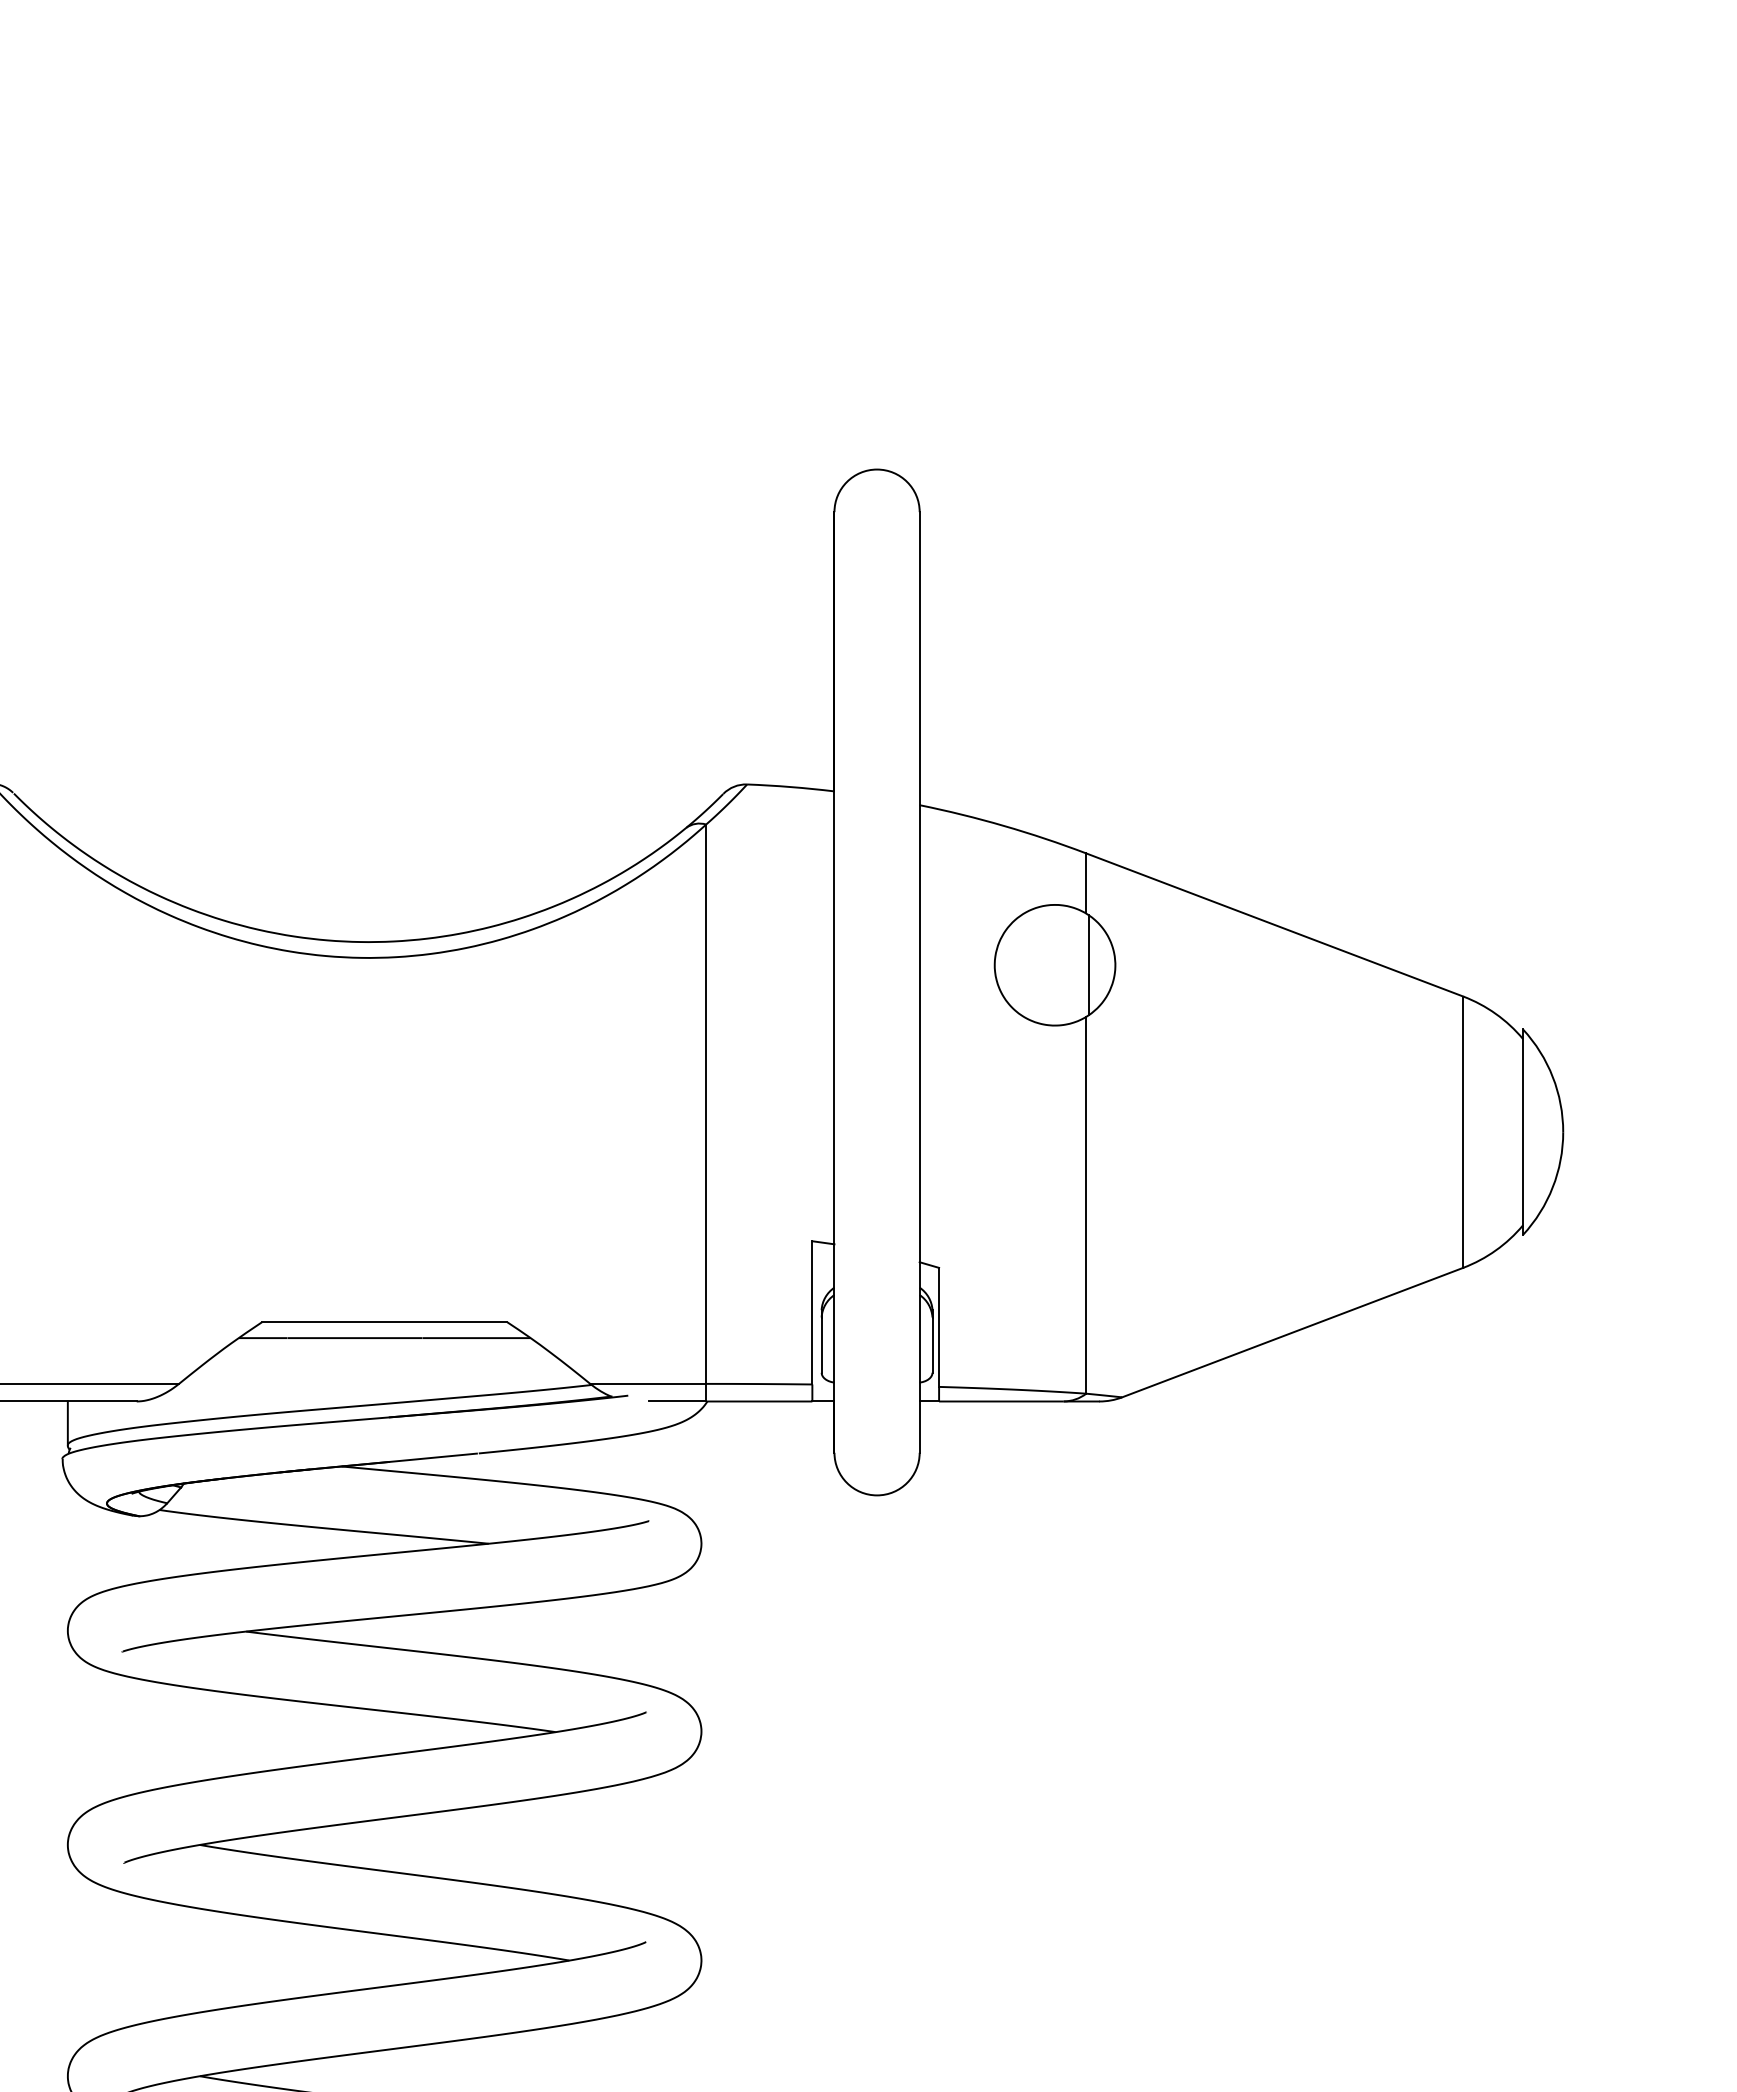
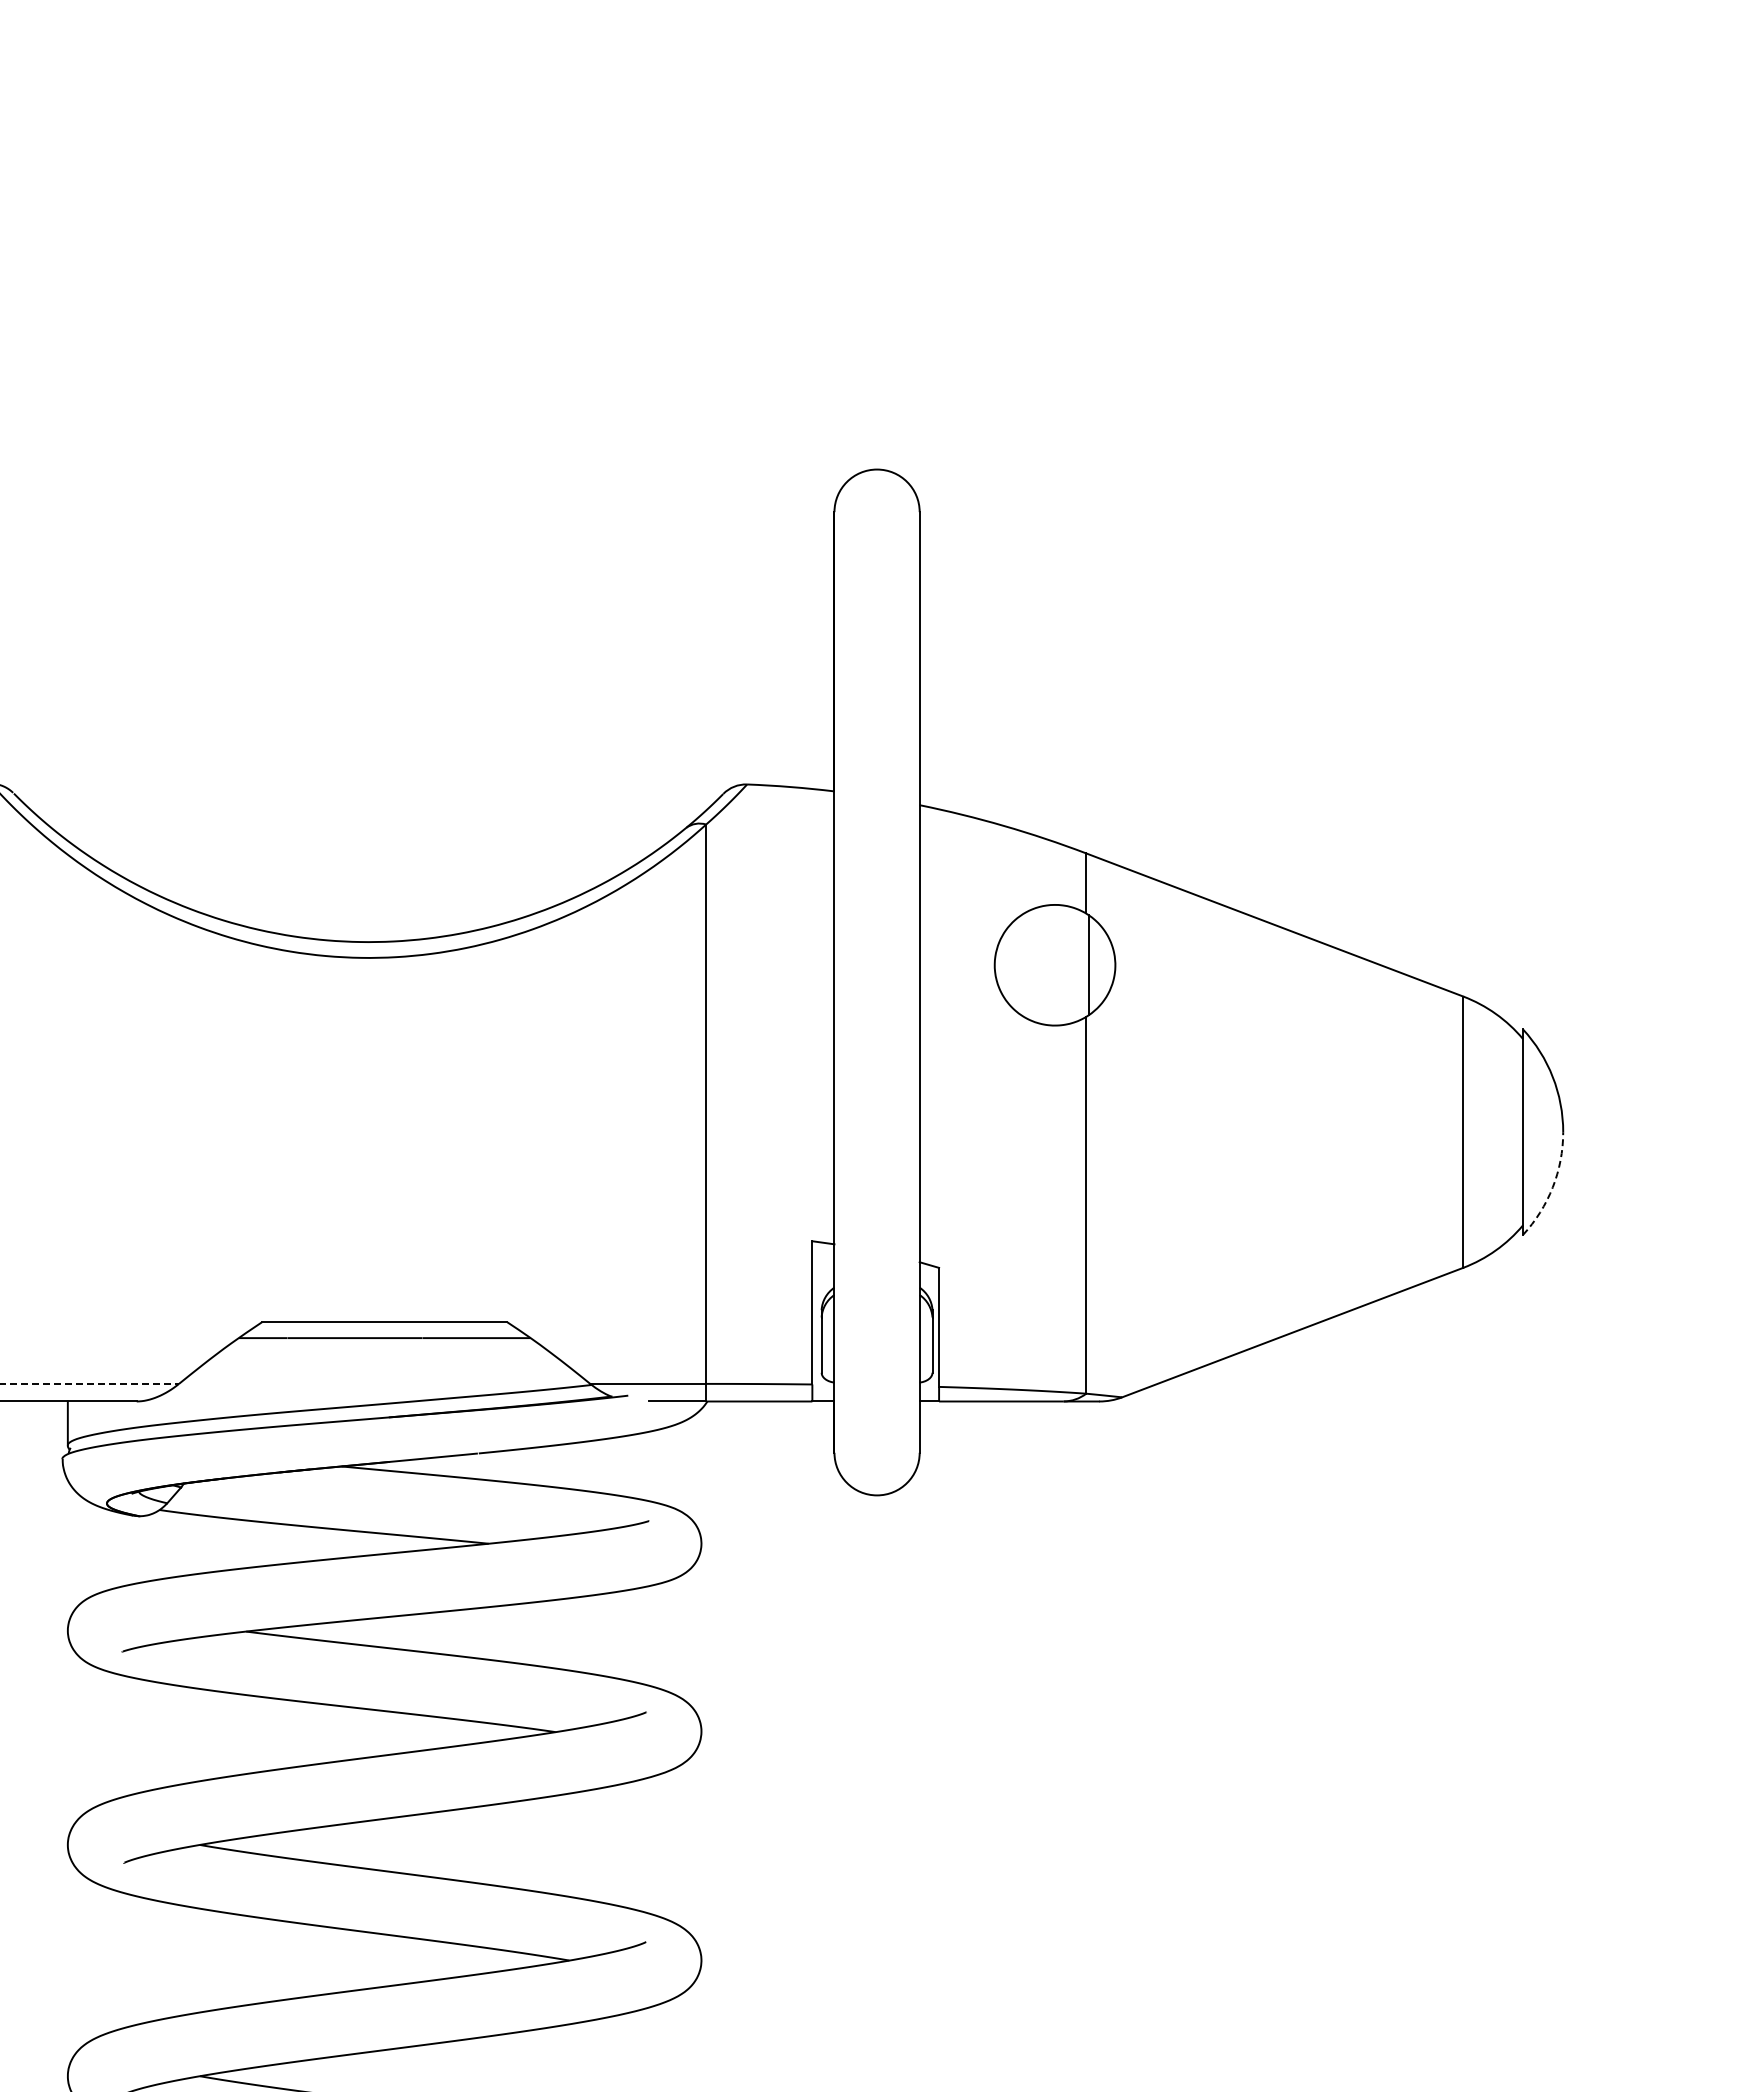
arc at (1552, 1187): solid -> dashed
line at (90, 1383): solid -> dashed
